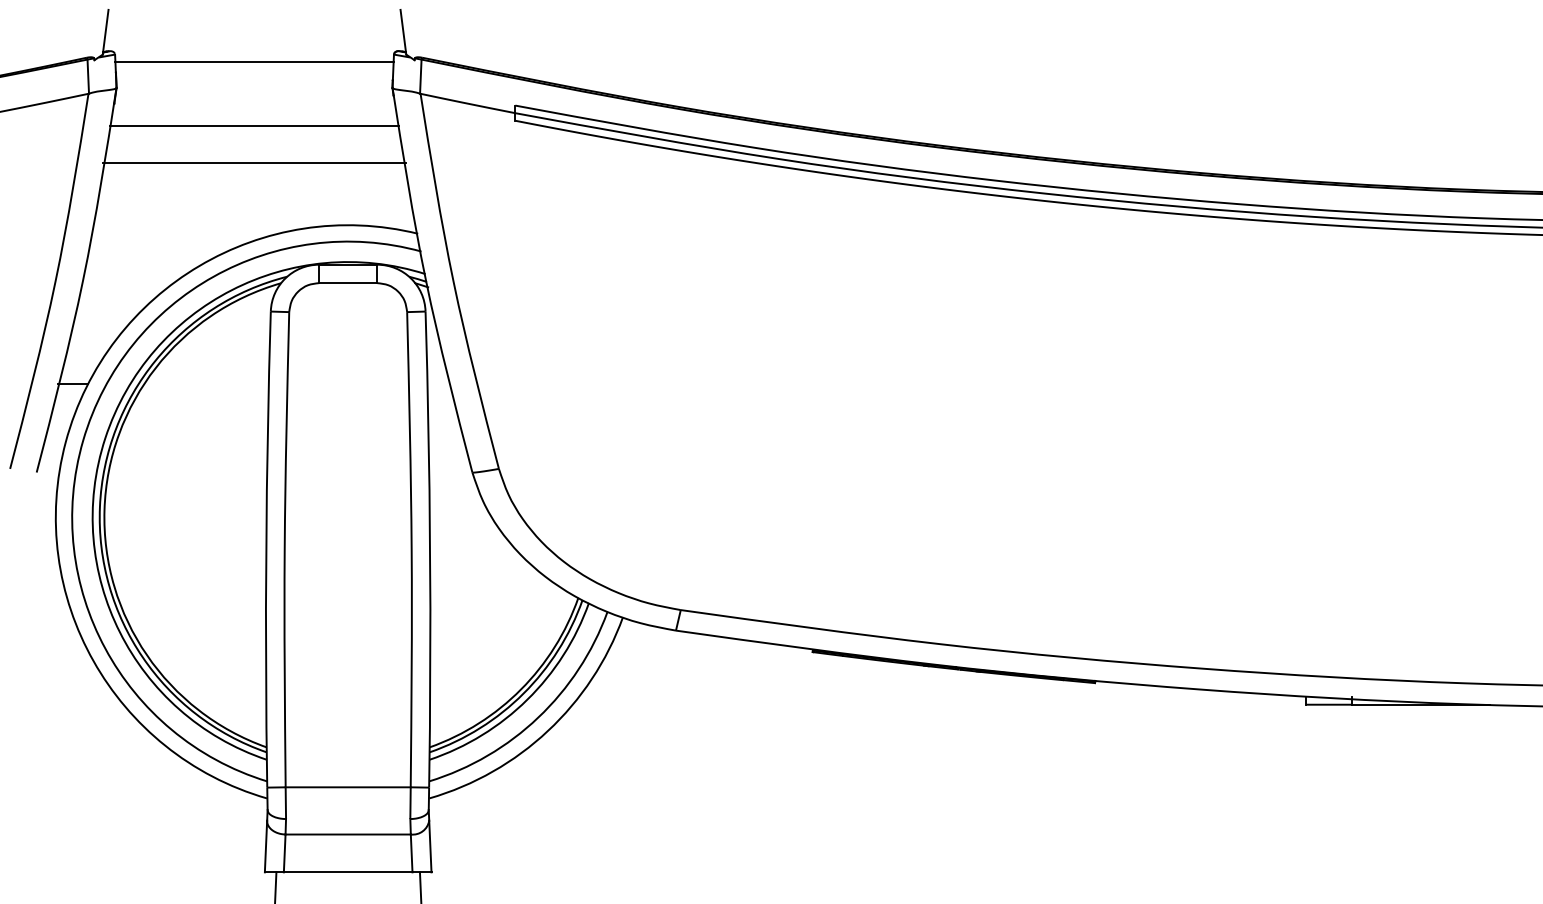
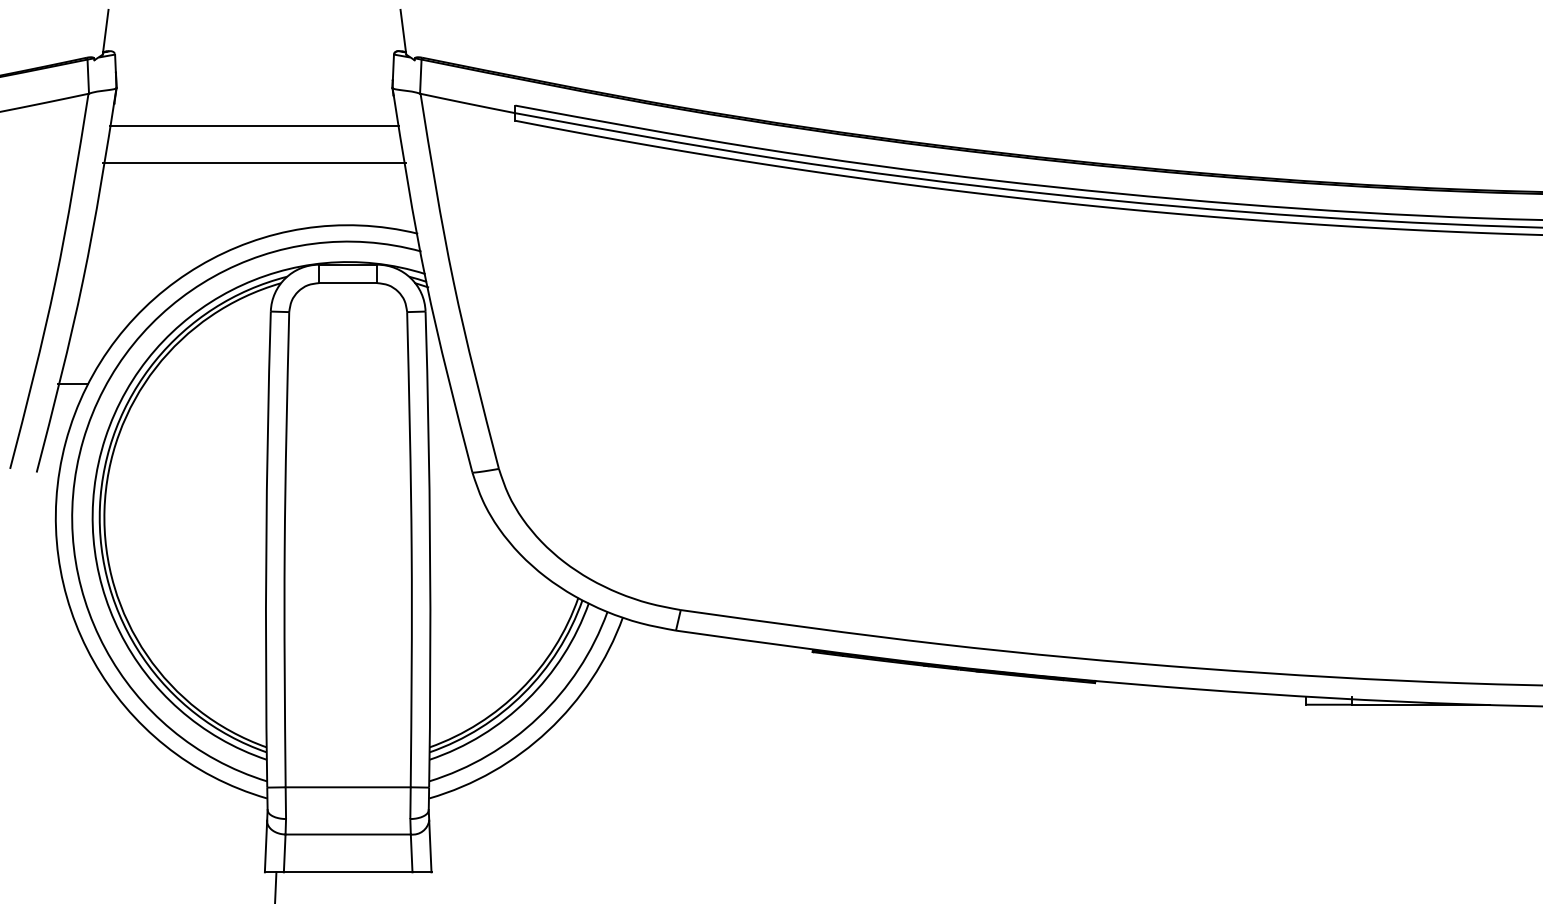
line at (254, 61): present -> none
line at (420, 886): present -> none
